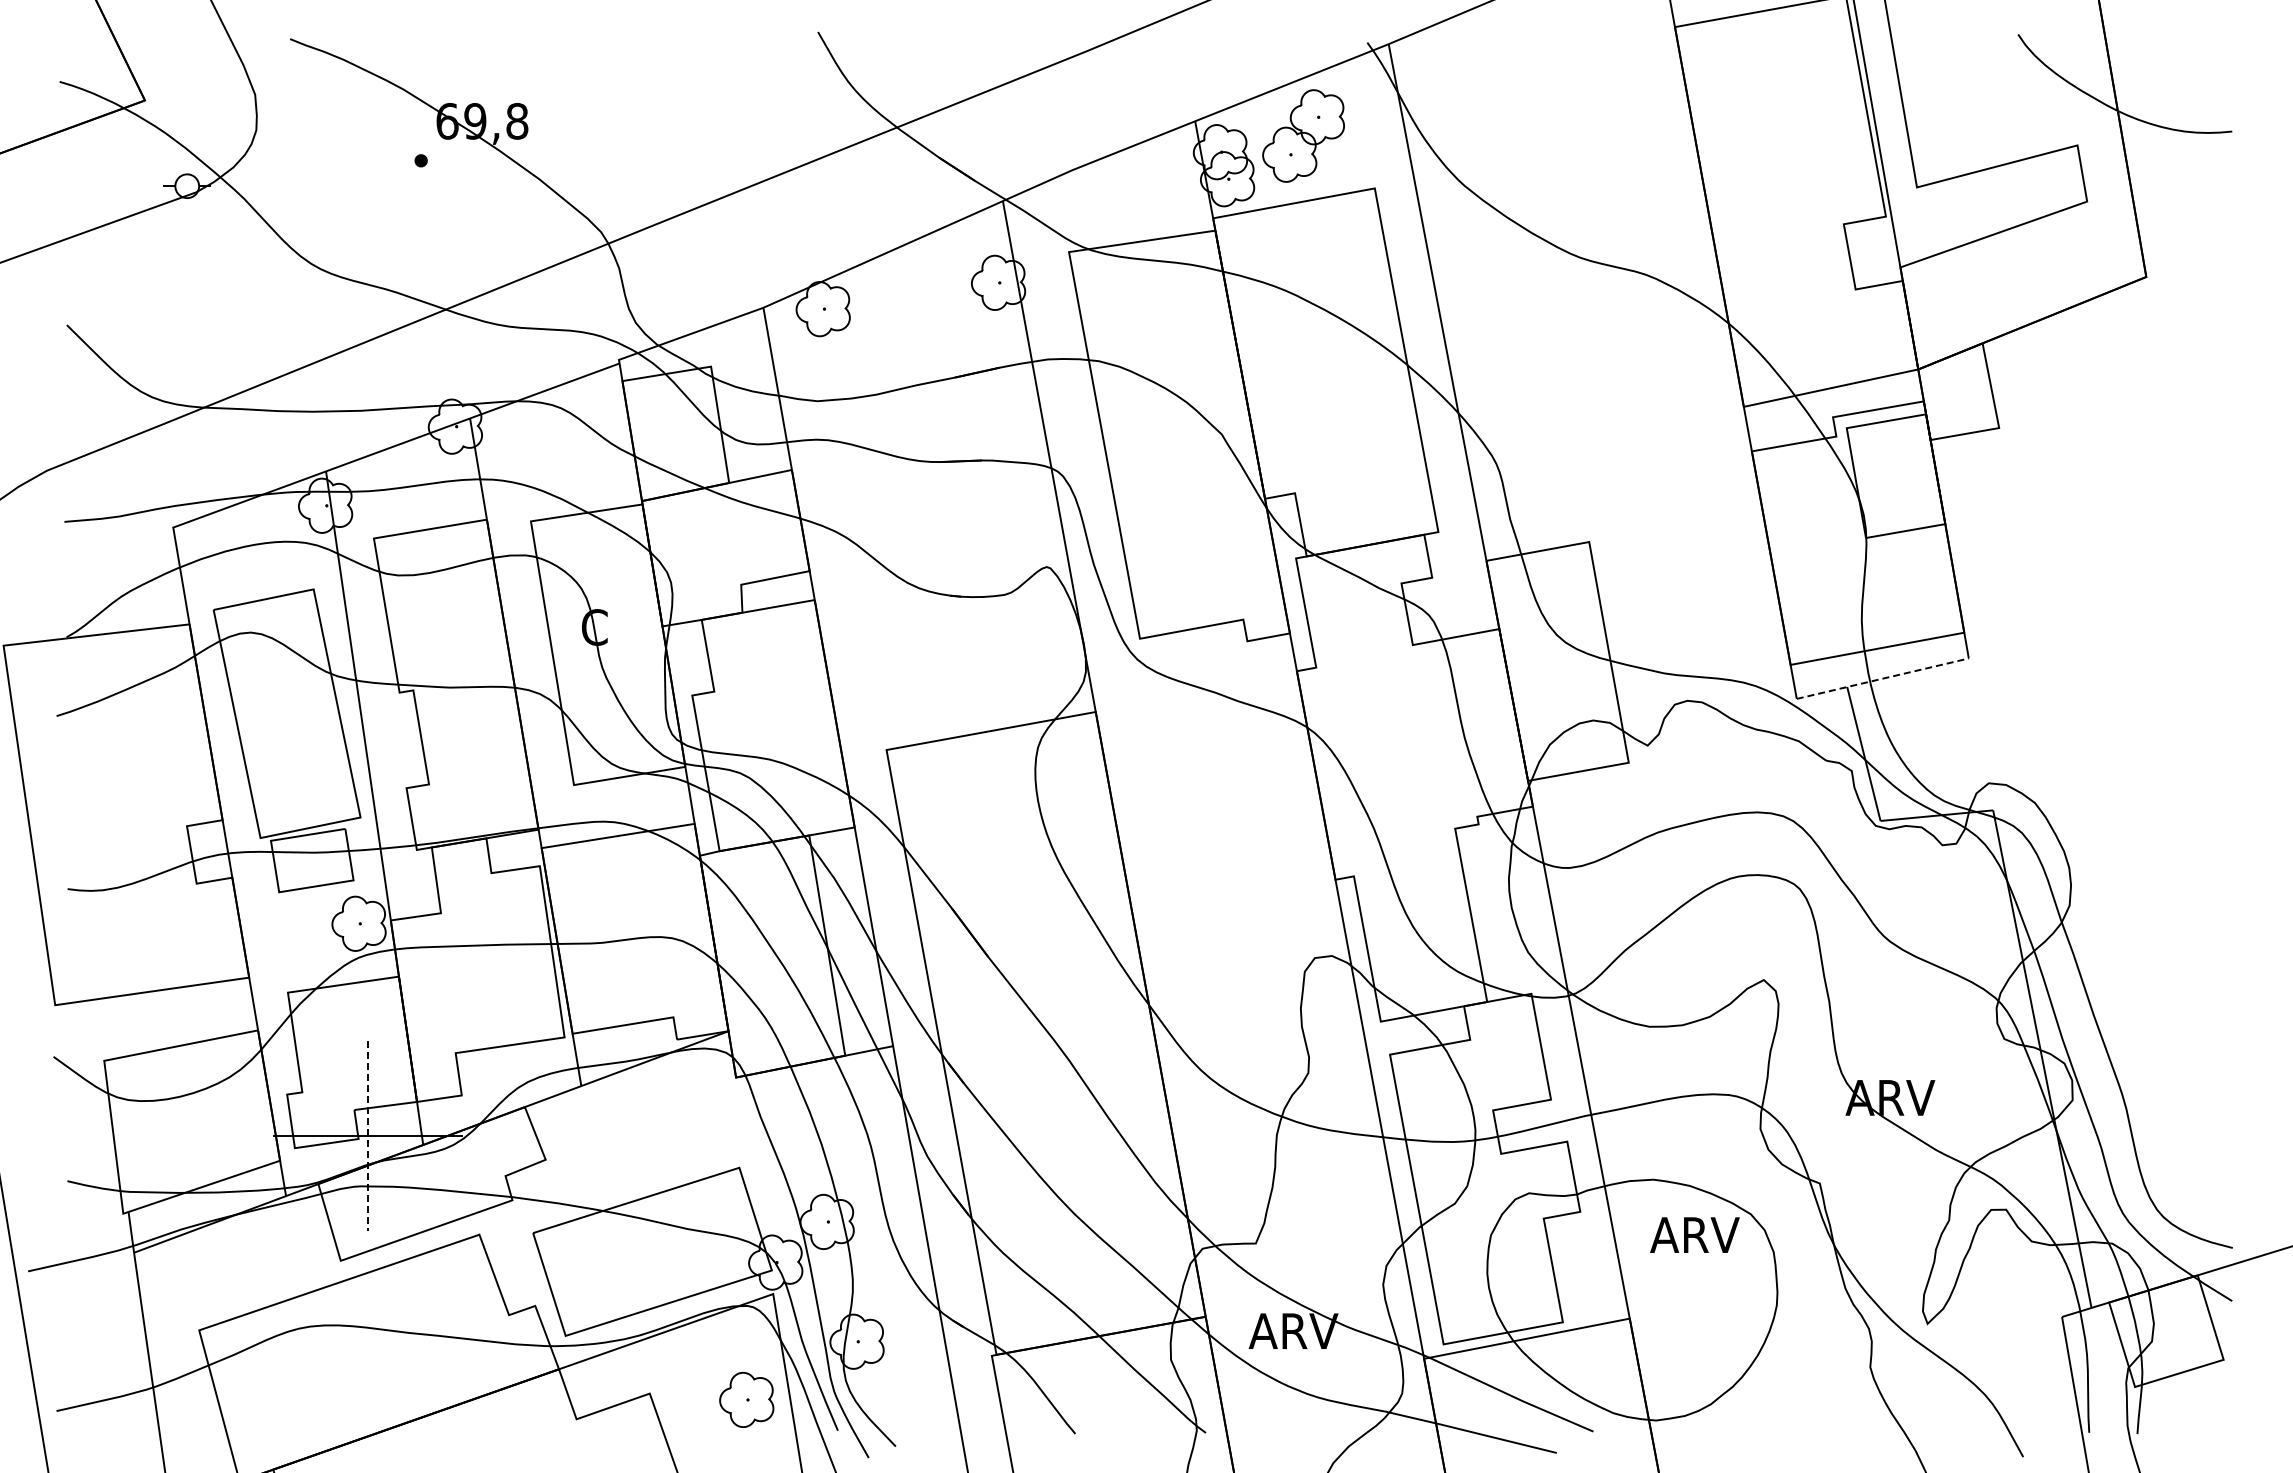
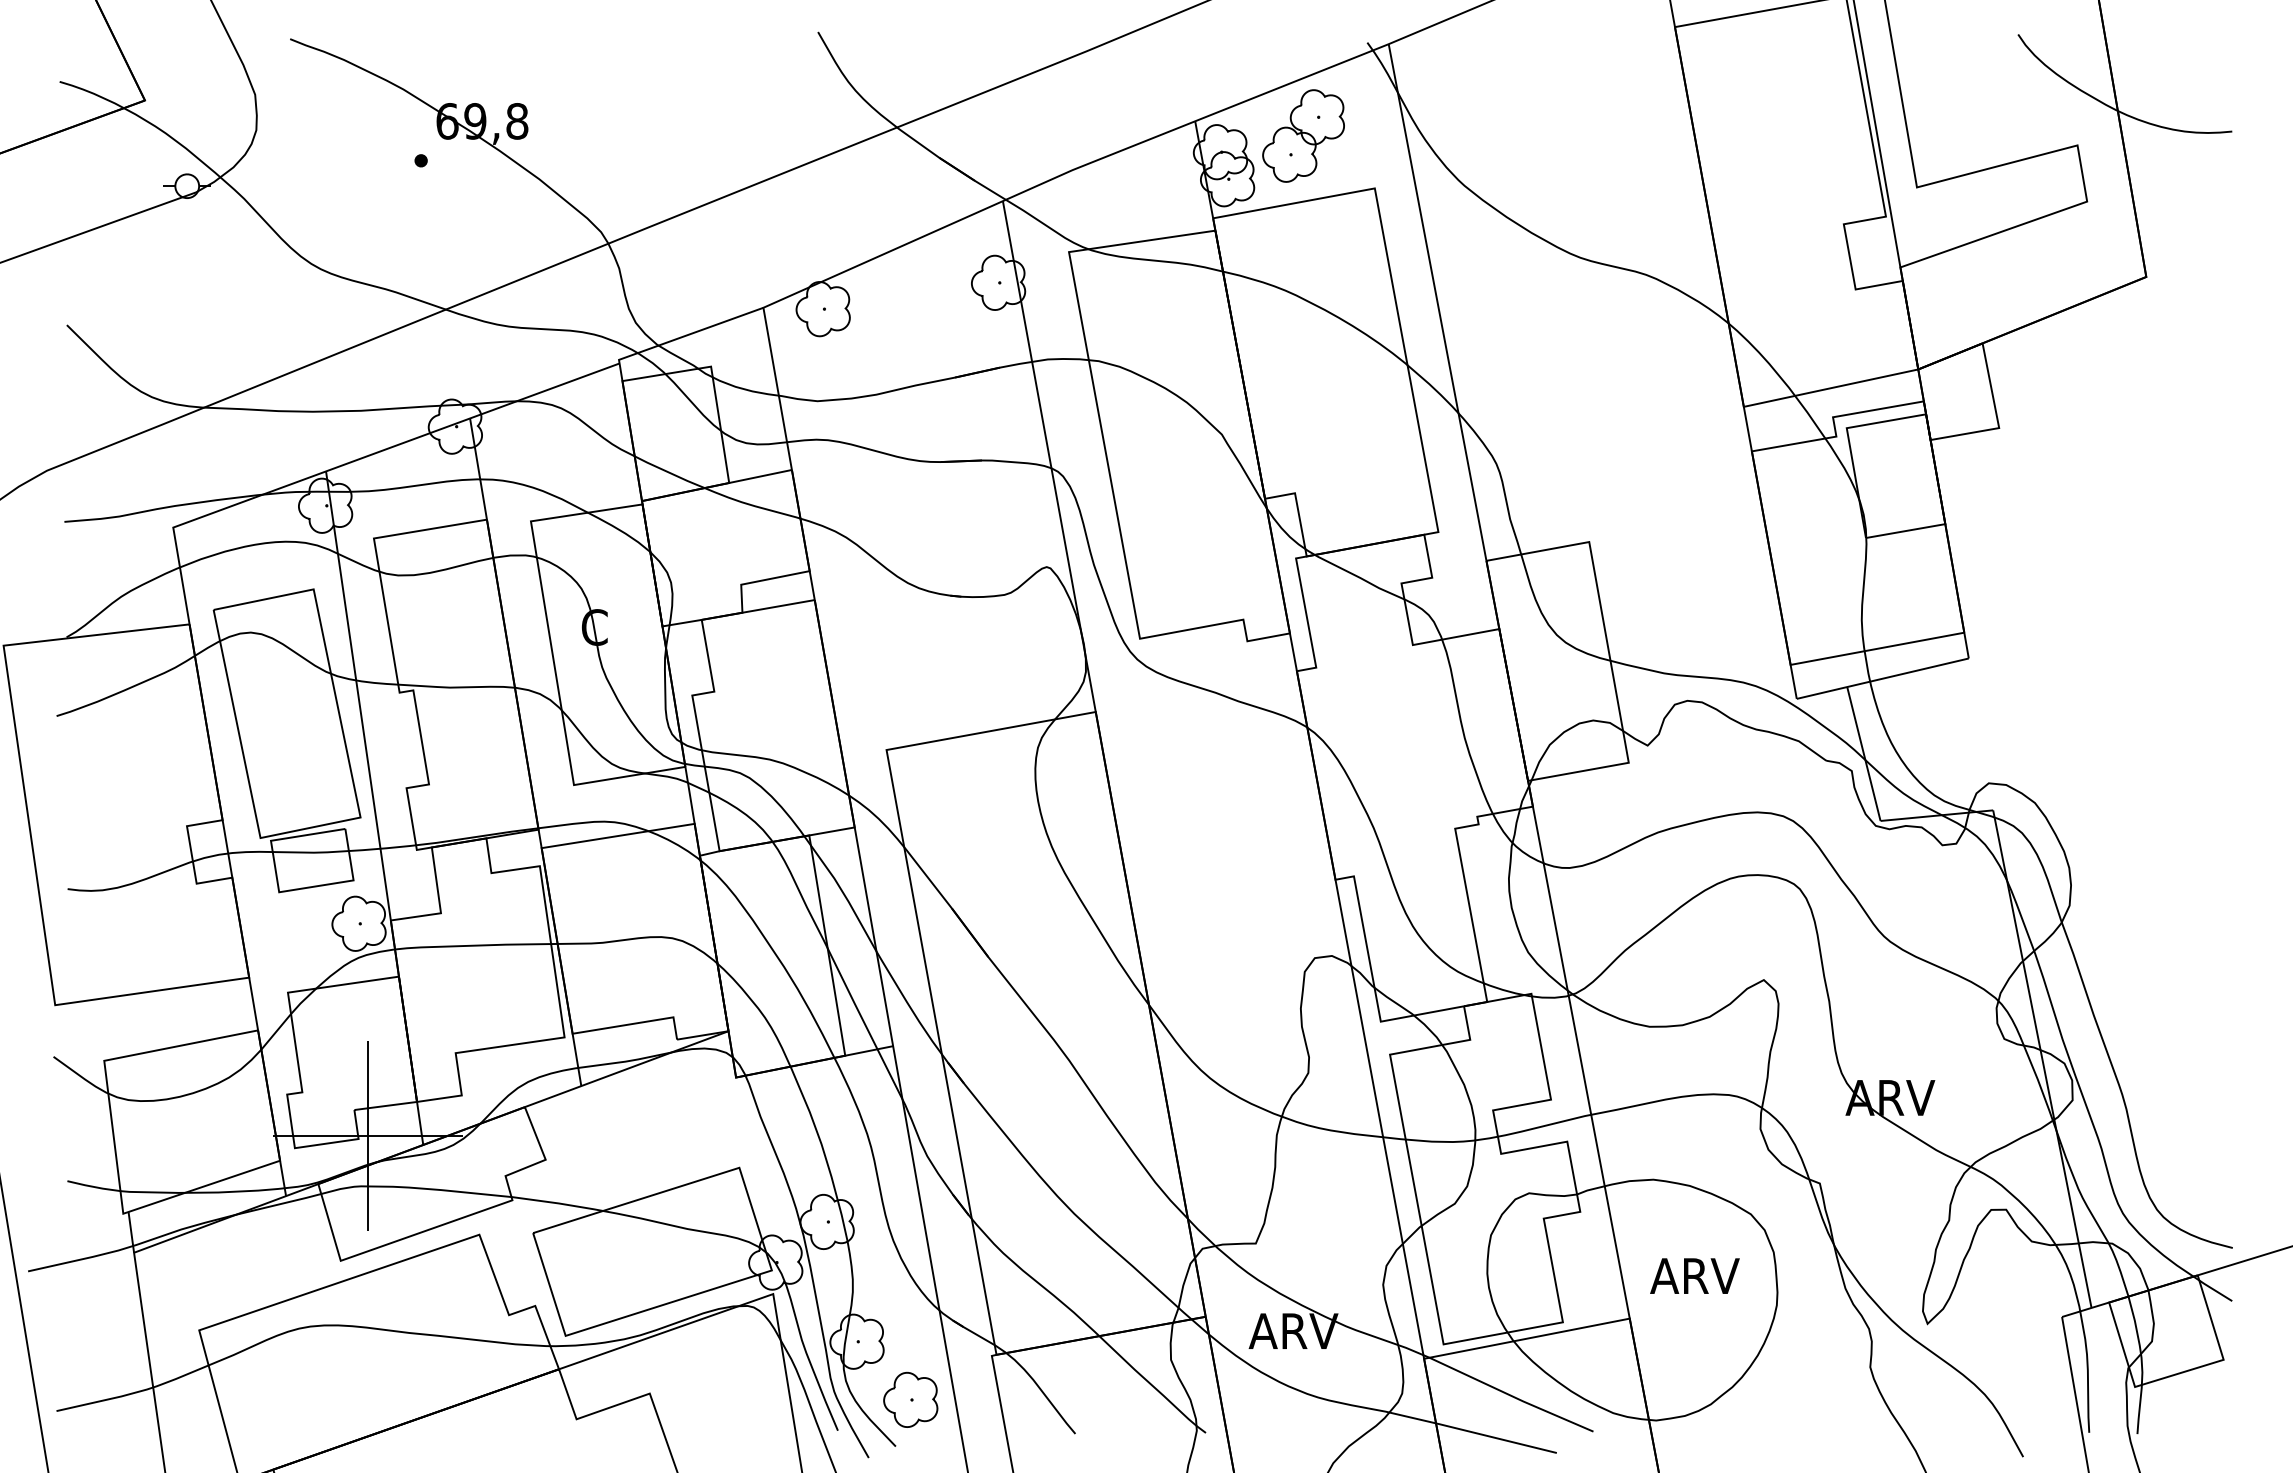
line at (1882, 678): dashed -> solid
line at (367, 1136): dashed -> solid
text at (1694, 1234) position: (1694, 1234) -> (1694, 1275)
part at (746, 1399) position: (746, 1399) -> (910, 1399)
